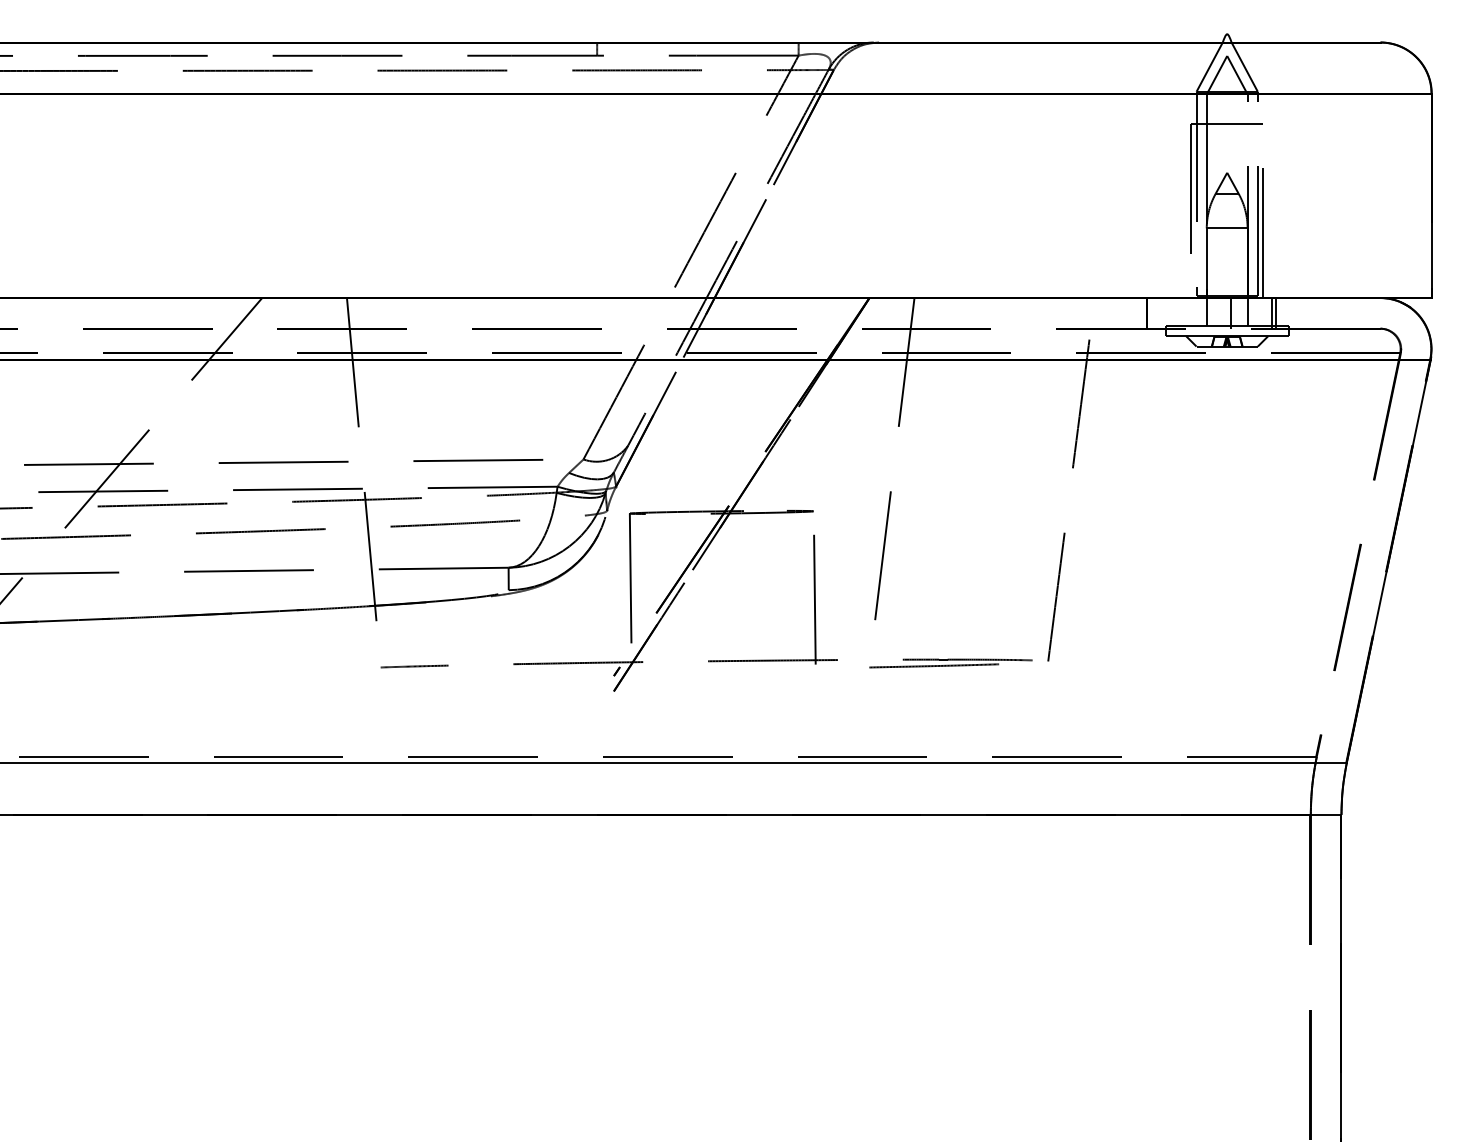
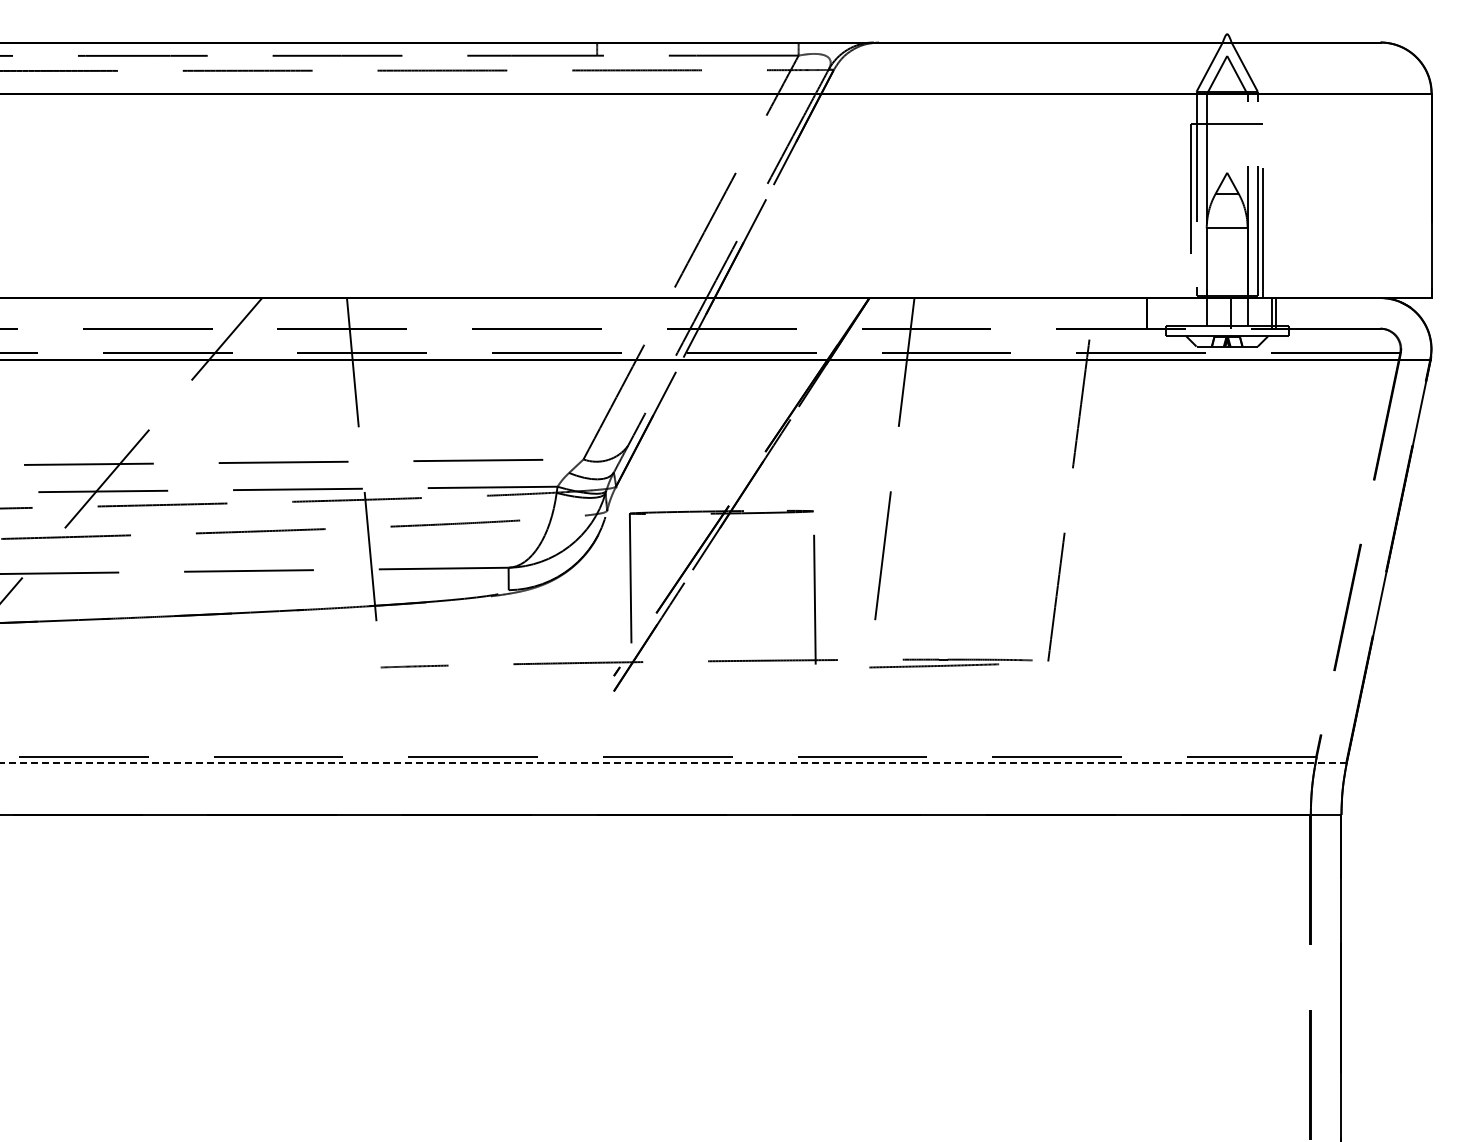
line at (673, 762): solid -> dashed
